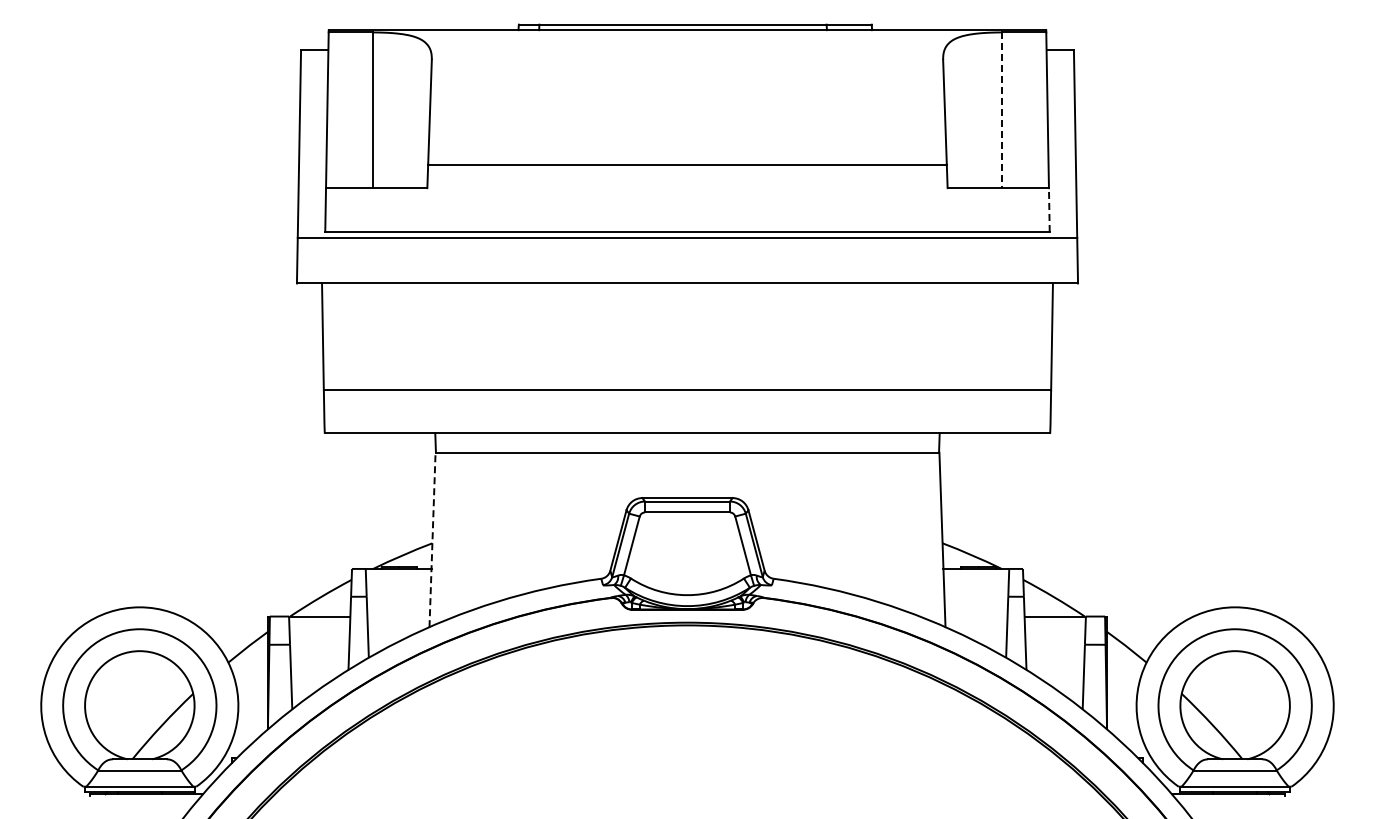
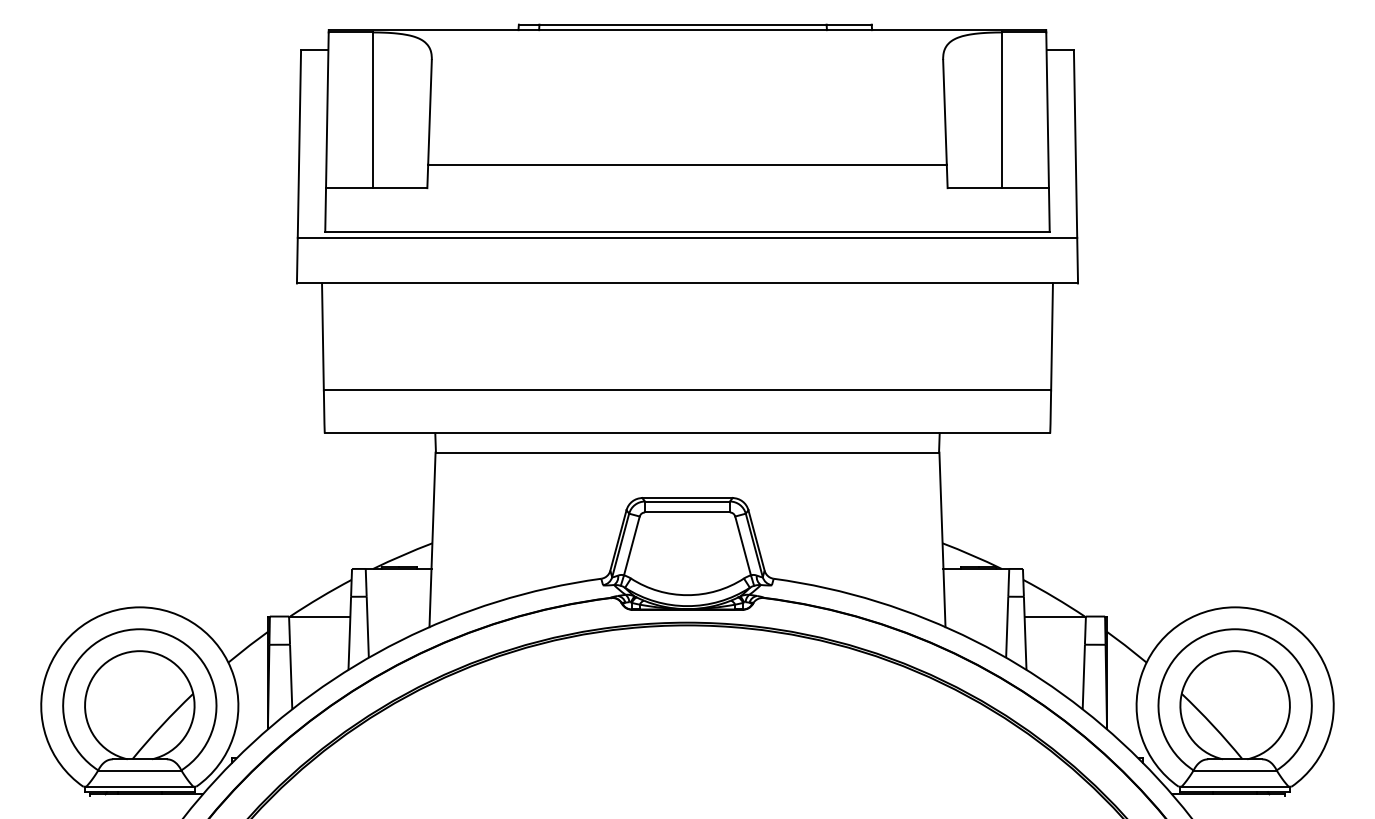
line at (1002, 110): dashed -> solid
line at (1049, 210): dashed -> solid
line at (432, 539): dashed -> solid
